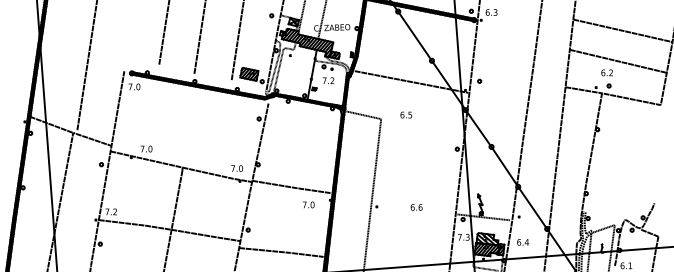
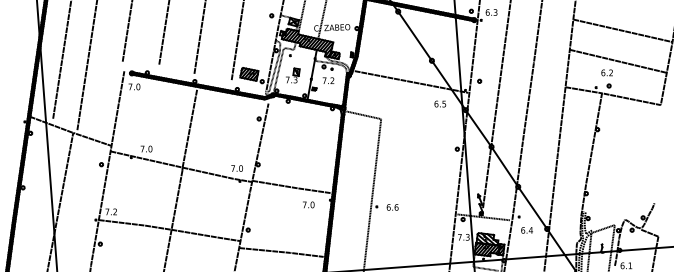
line at (127, 31): none -> present
line at (62, 60): none -> present
part at (293, 75): none -> present
line at (496, 105): none -> present
text at (406, 114) position: (406, 114) -> (440, 103)
line at (189, 128): none -> present
text at (416, 207) position: (416, 207) -> (392, 207)
text at (522, 242) position: (522, 242) -> (526, 230)
